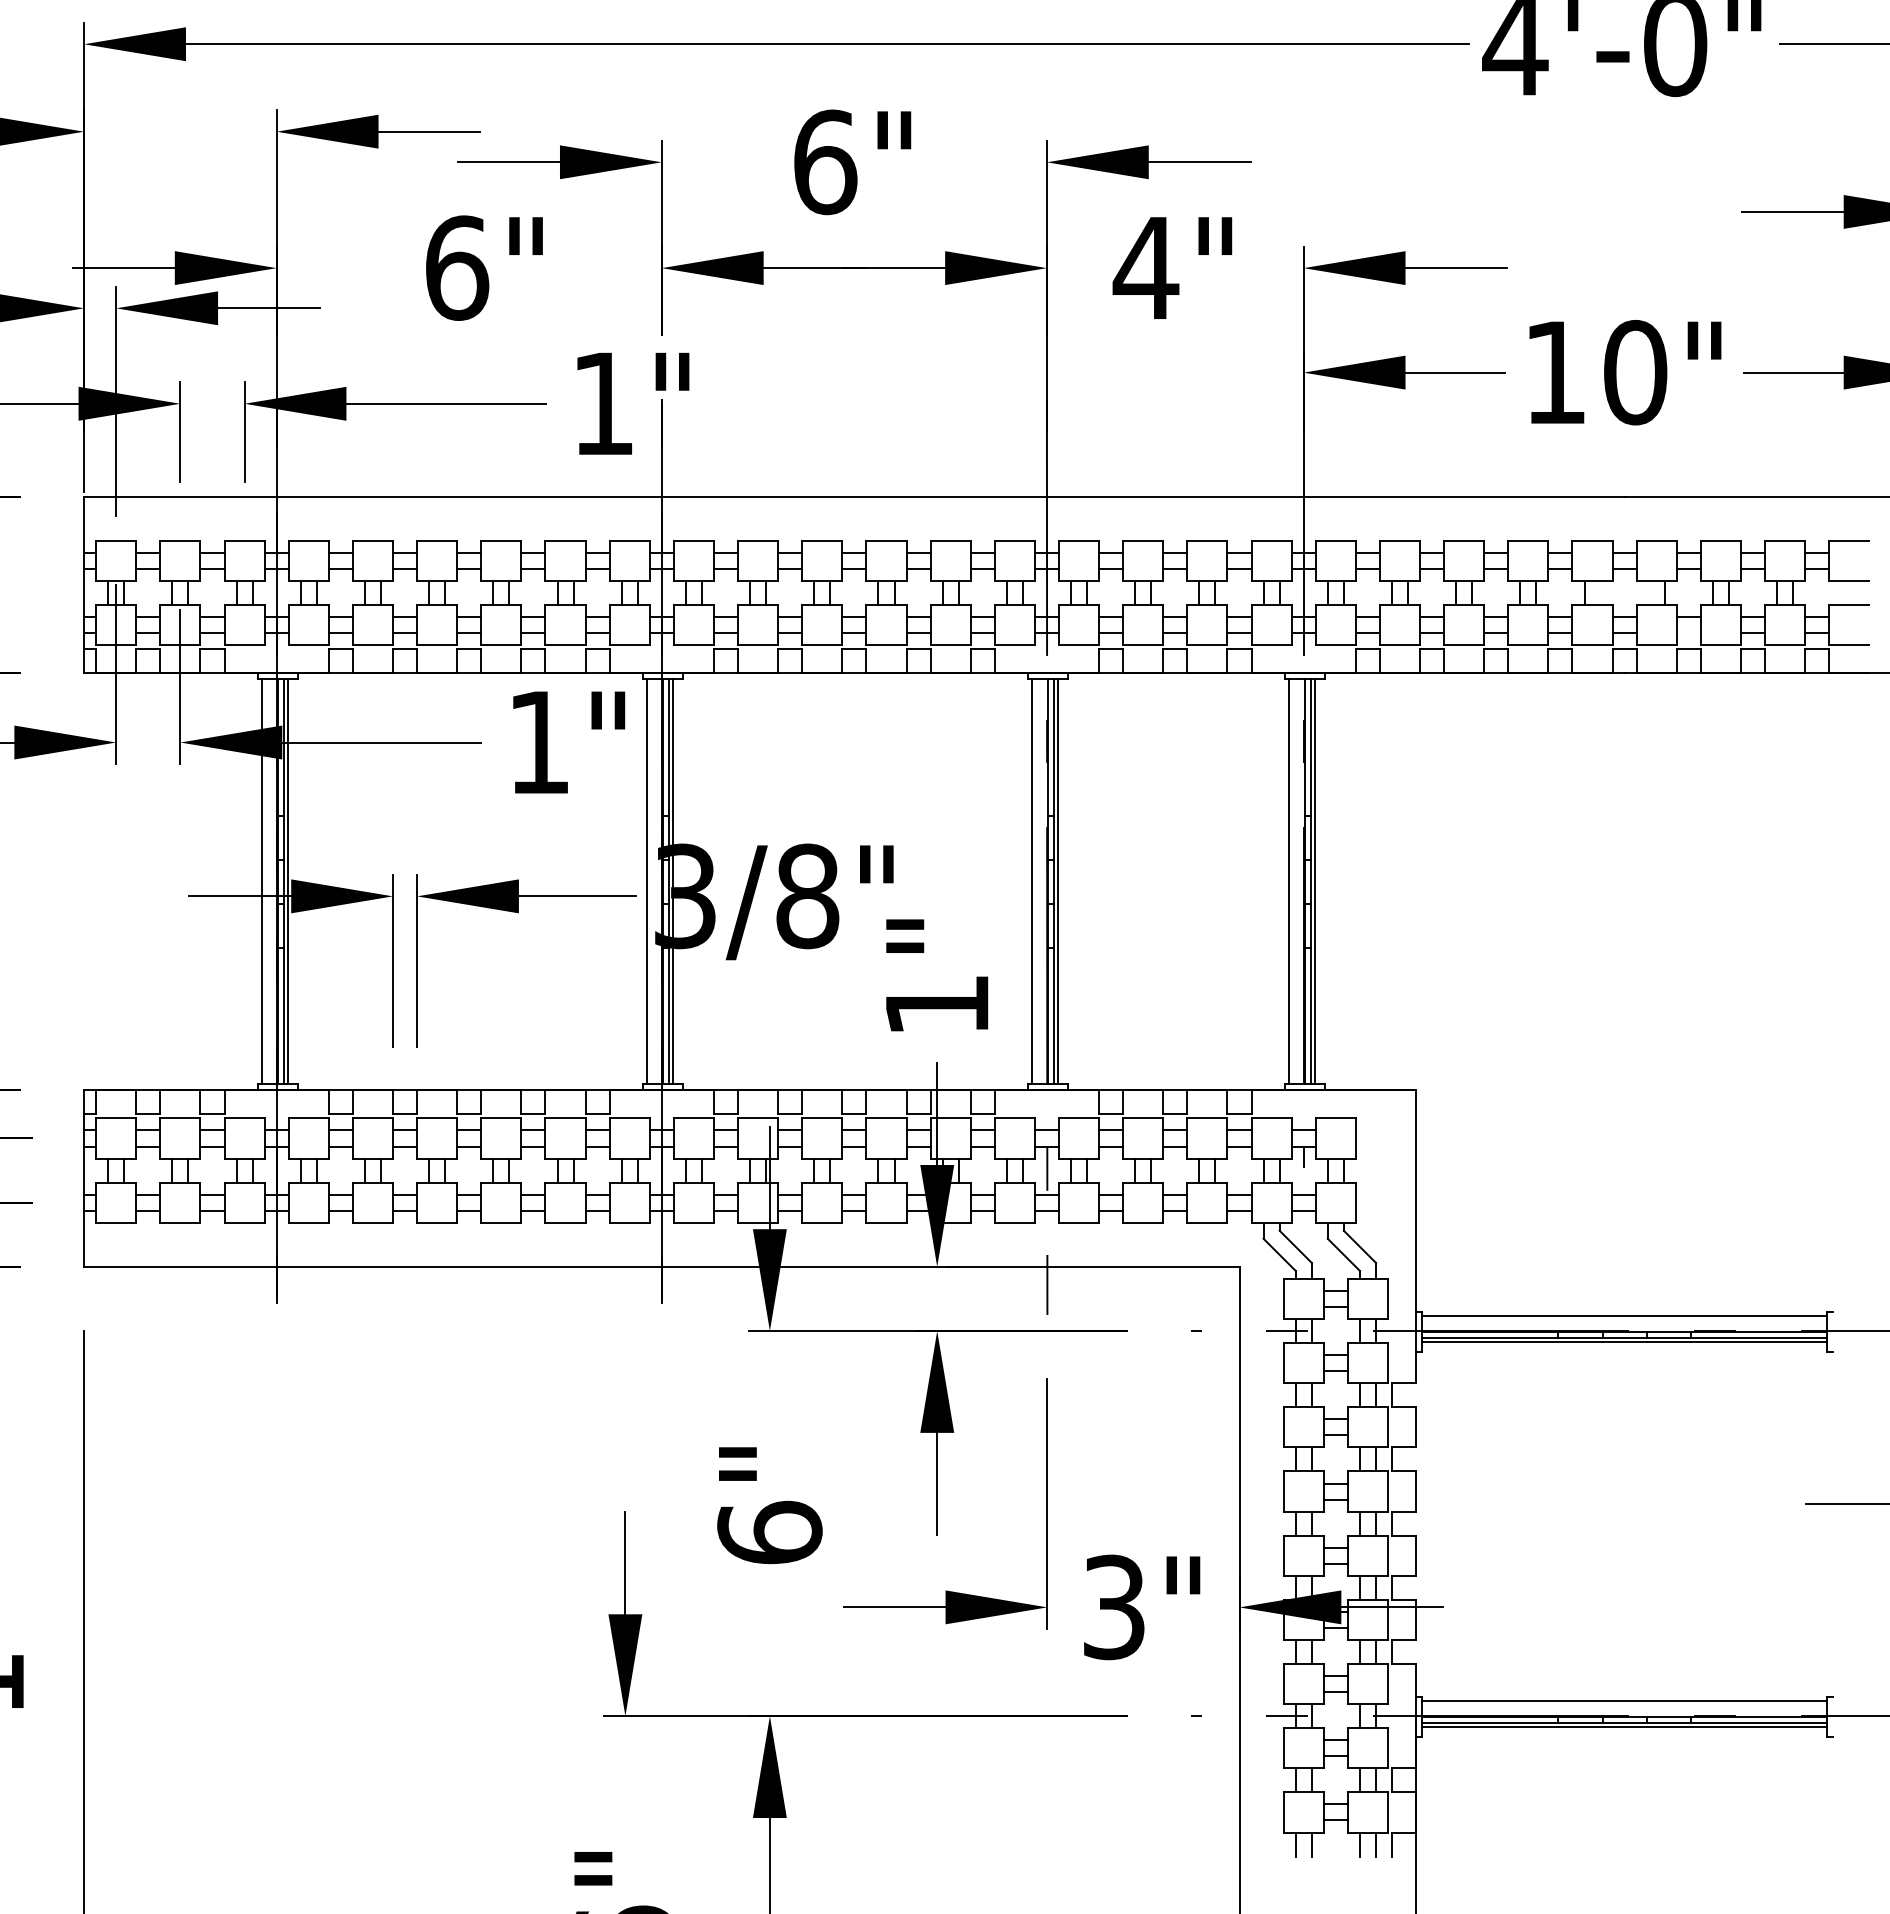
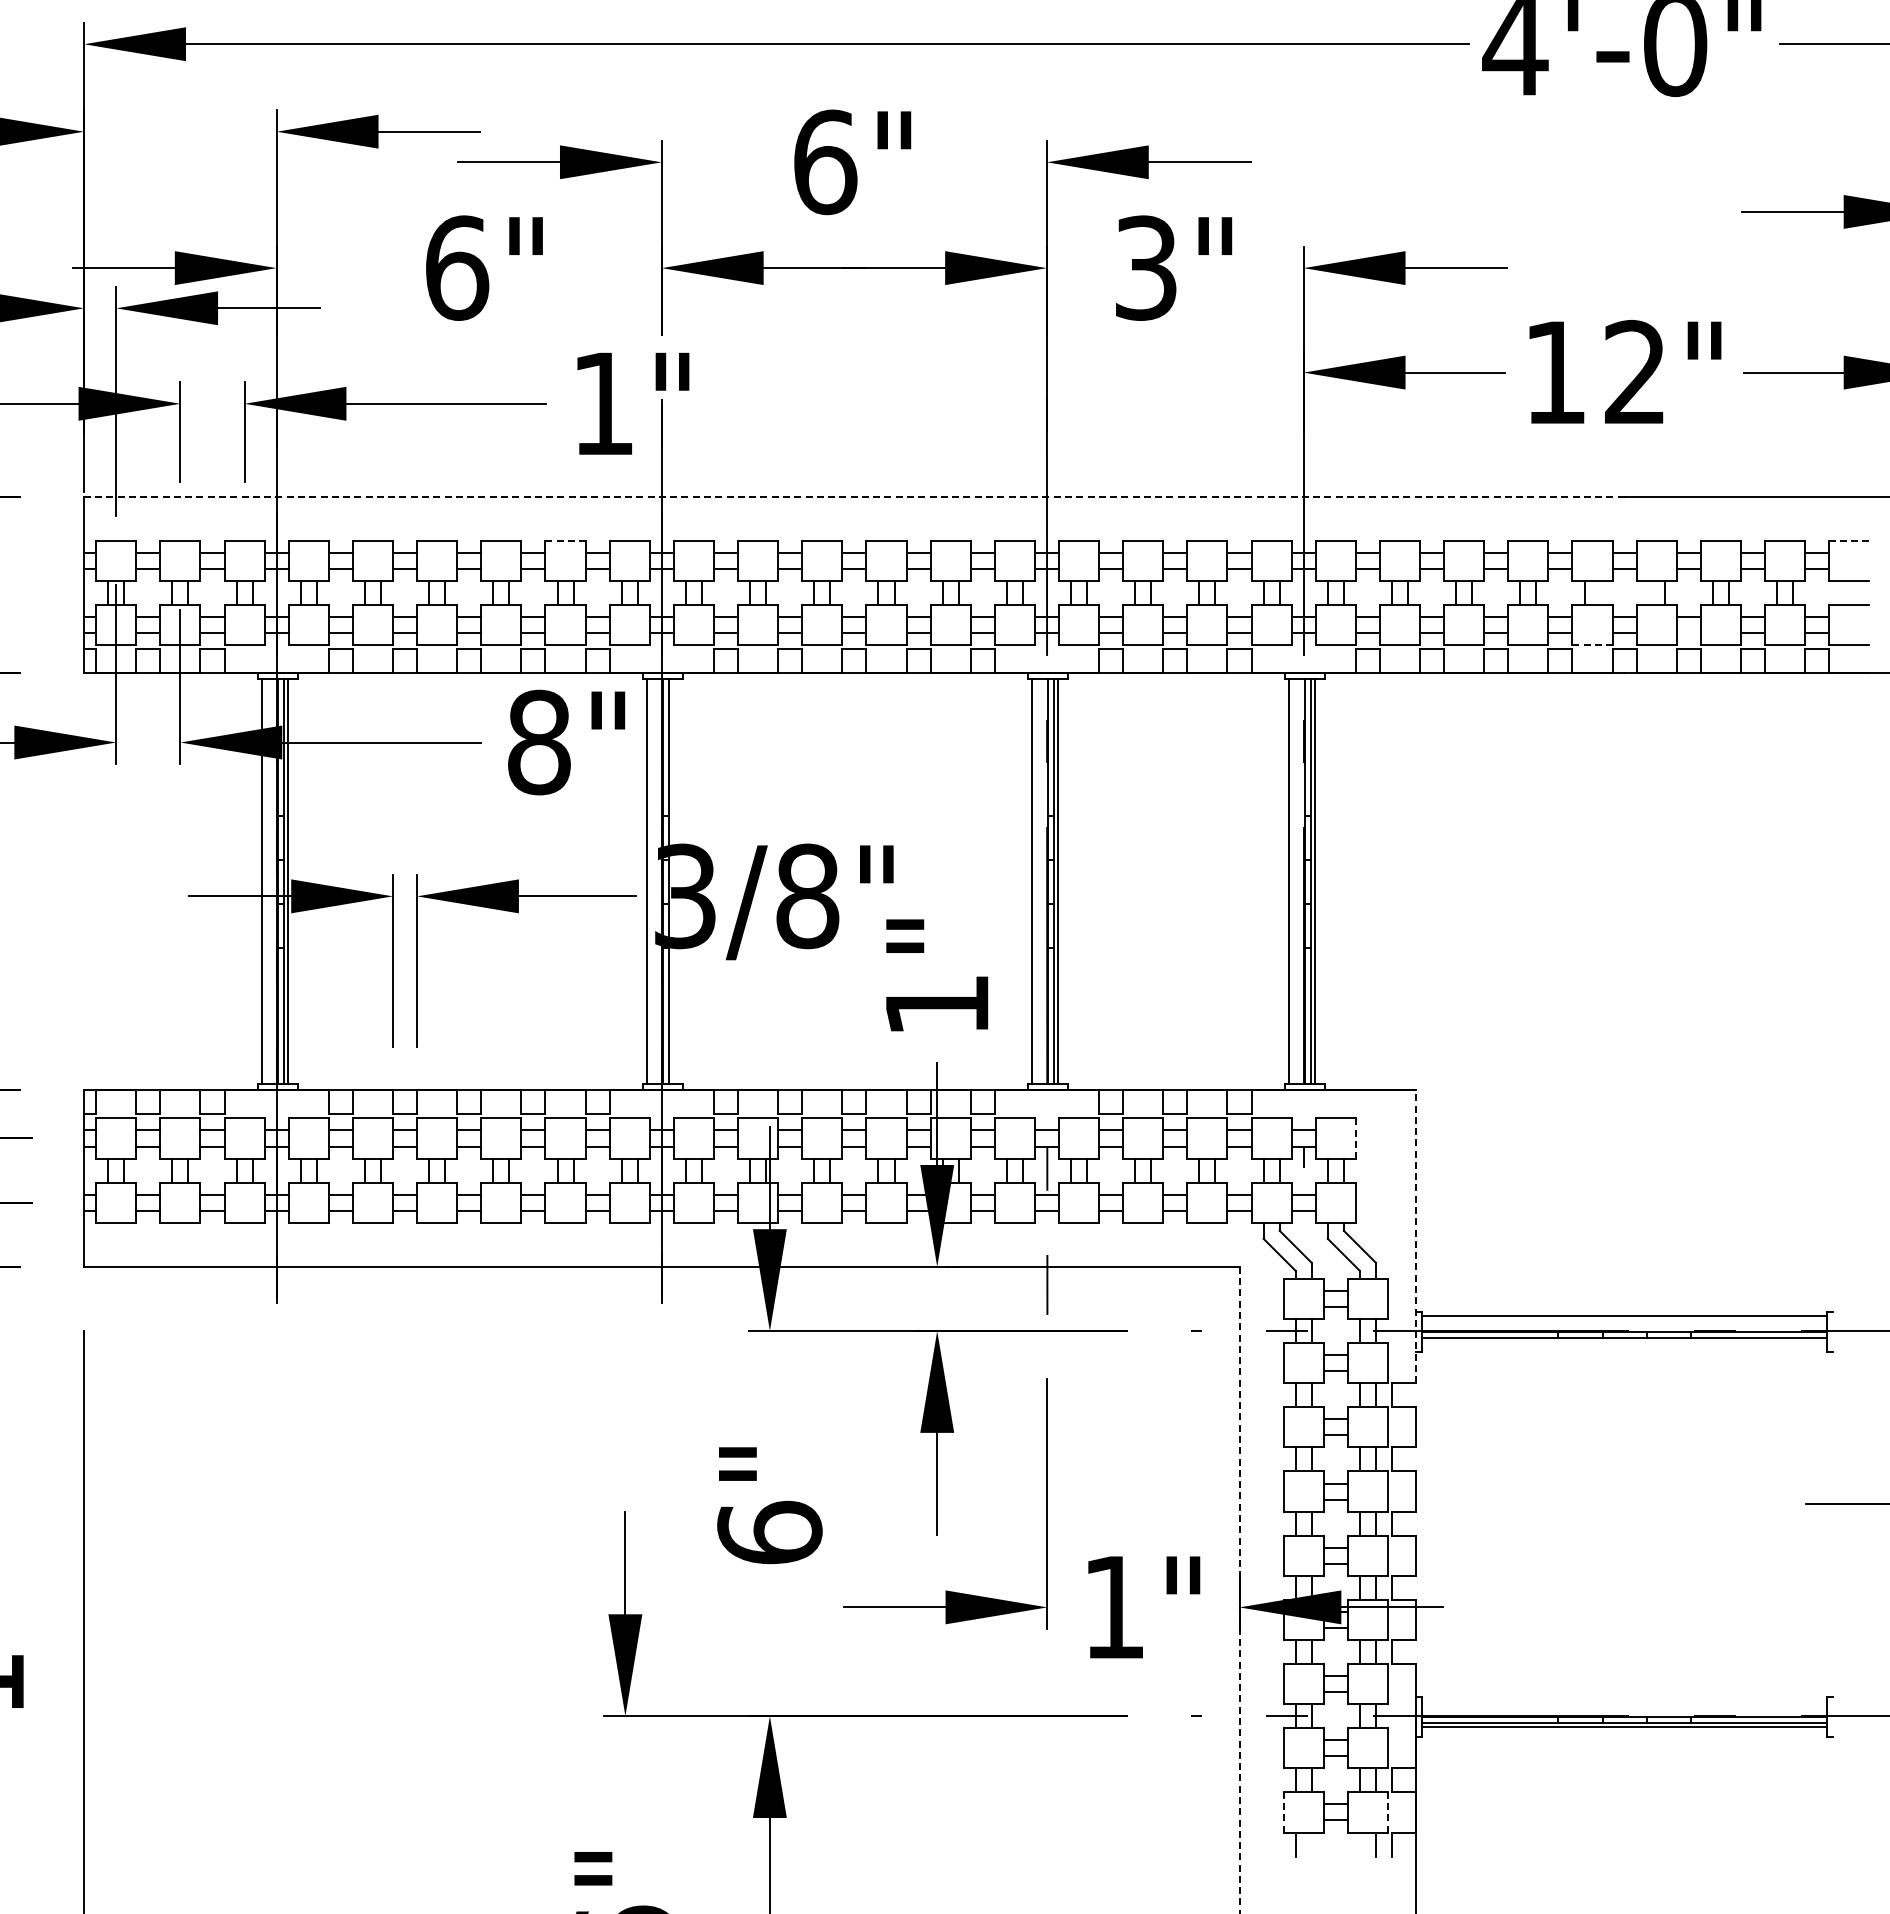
text at (1145, 267): 4" -> 3"
text at (1635, 372): 10" -> 12"
line at (853, 496): solid -> dashed
line at (566, 540): solid -> dashed
line at (1848, 540): solid -> dashed
line at (1593, 645): solid -> dashed
text at (539, 742): 1" -> 8"
line at (672, 881): present -> none
line at (1355, 1138): solid -> dashed
line at (1416, 1236): solid -> dashed
line at (1624, 1342): present -> none
line at (1239, 1590): solid -> dashed
text at (1114, 1607): 3" -> 1"
line at (1624, 1701): present -> none
line at (1283, 1811): solid -> dashed
line at (1387, 1811): solid -> dashed
line at (1311, 1844): present -> none
line at (1359, 1844): present -> none
